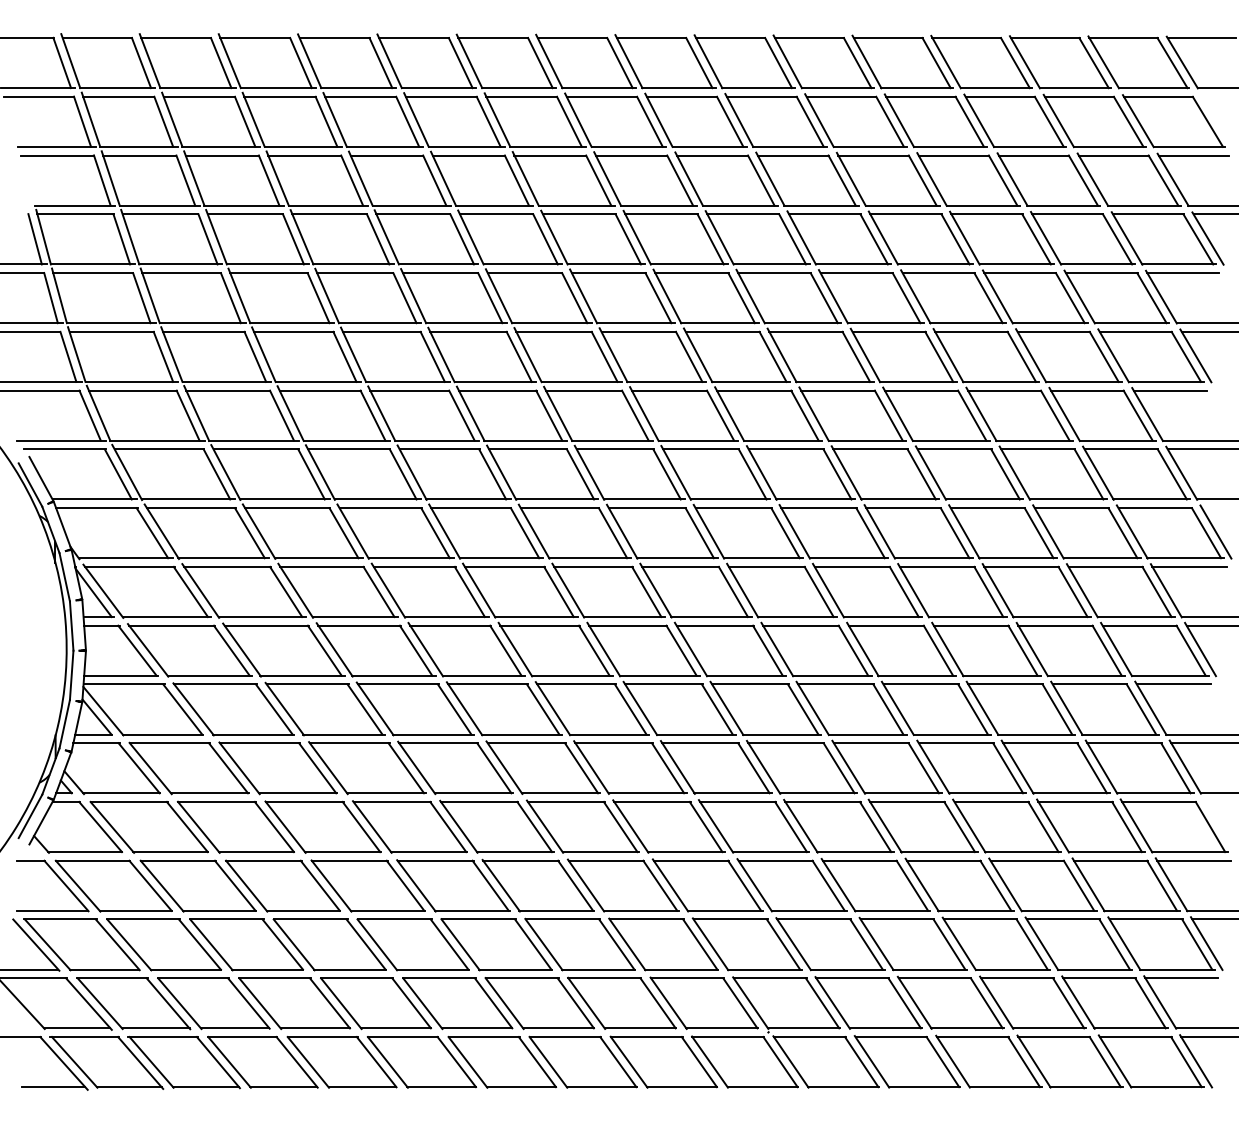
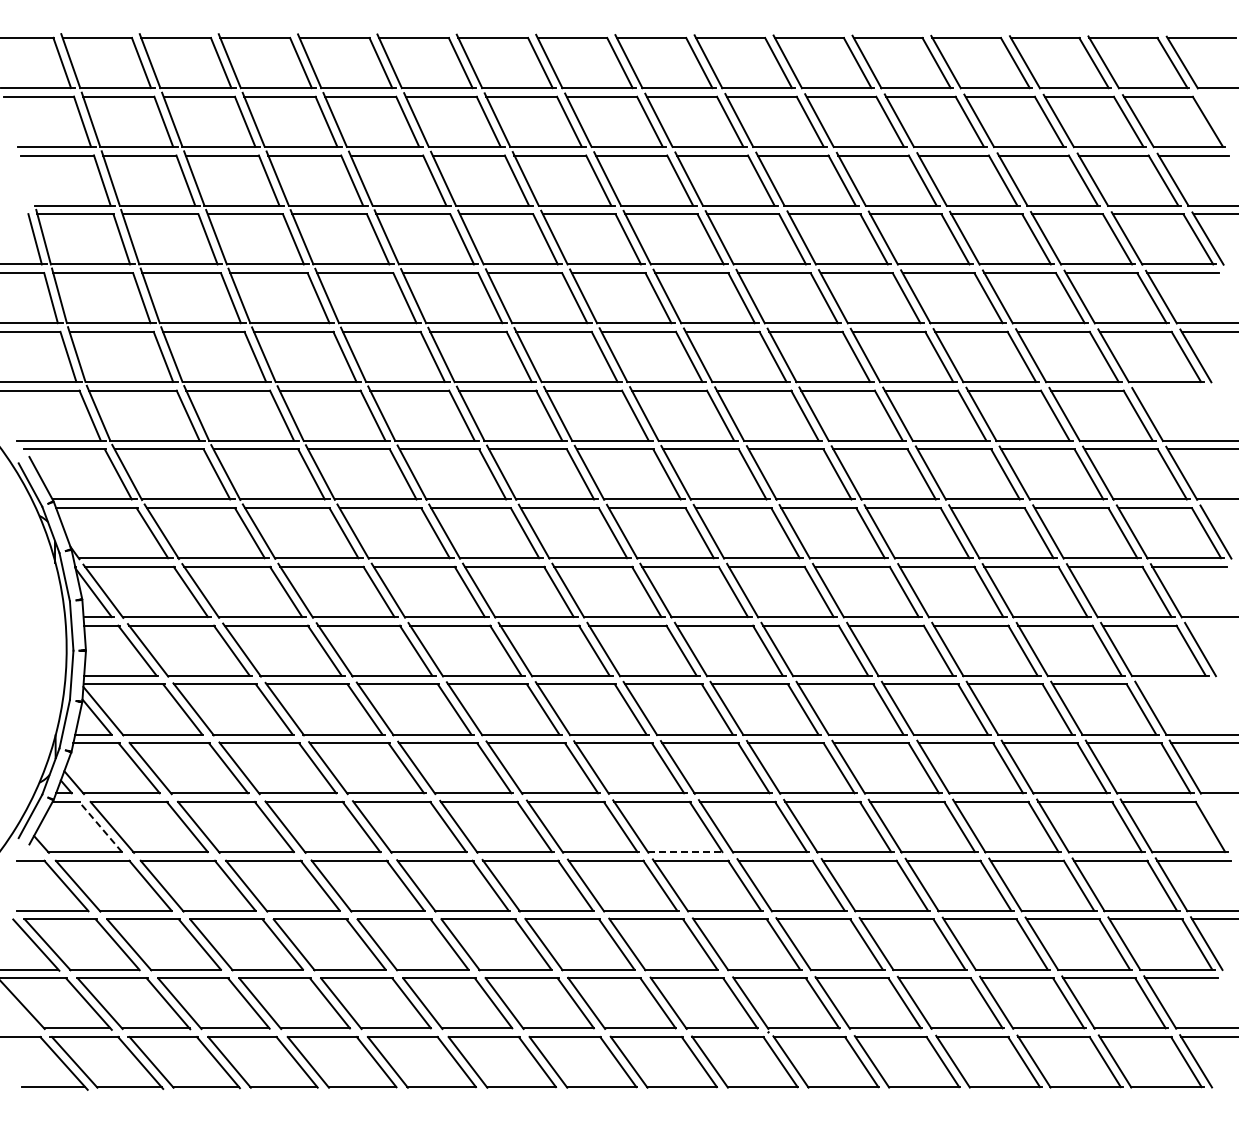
line at (1169, 390): present -> none
line at (1210, 625): present -> none
line at (1173, 684): present -> none
line at (100, 827): solid -> dashed
line at (686, 852): solid -> dashed
